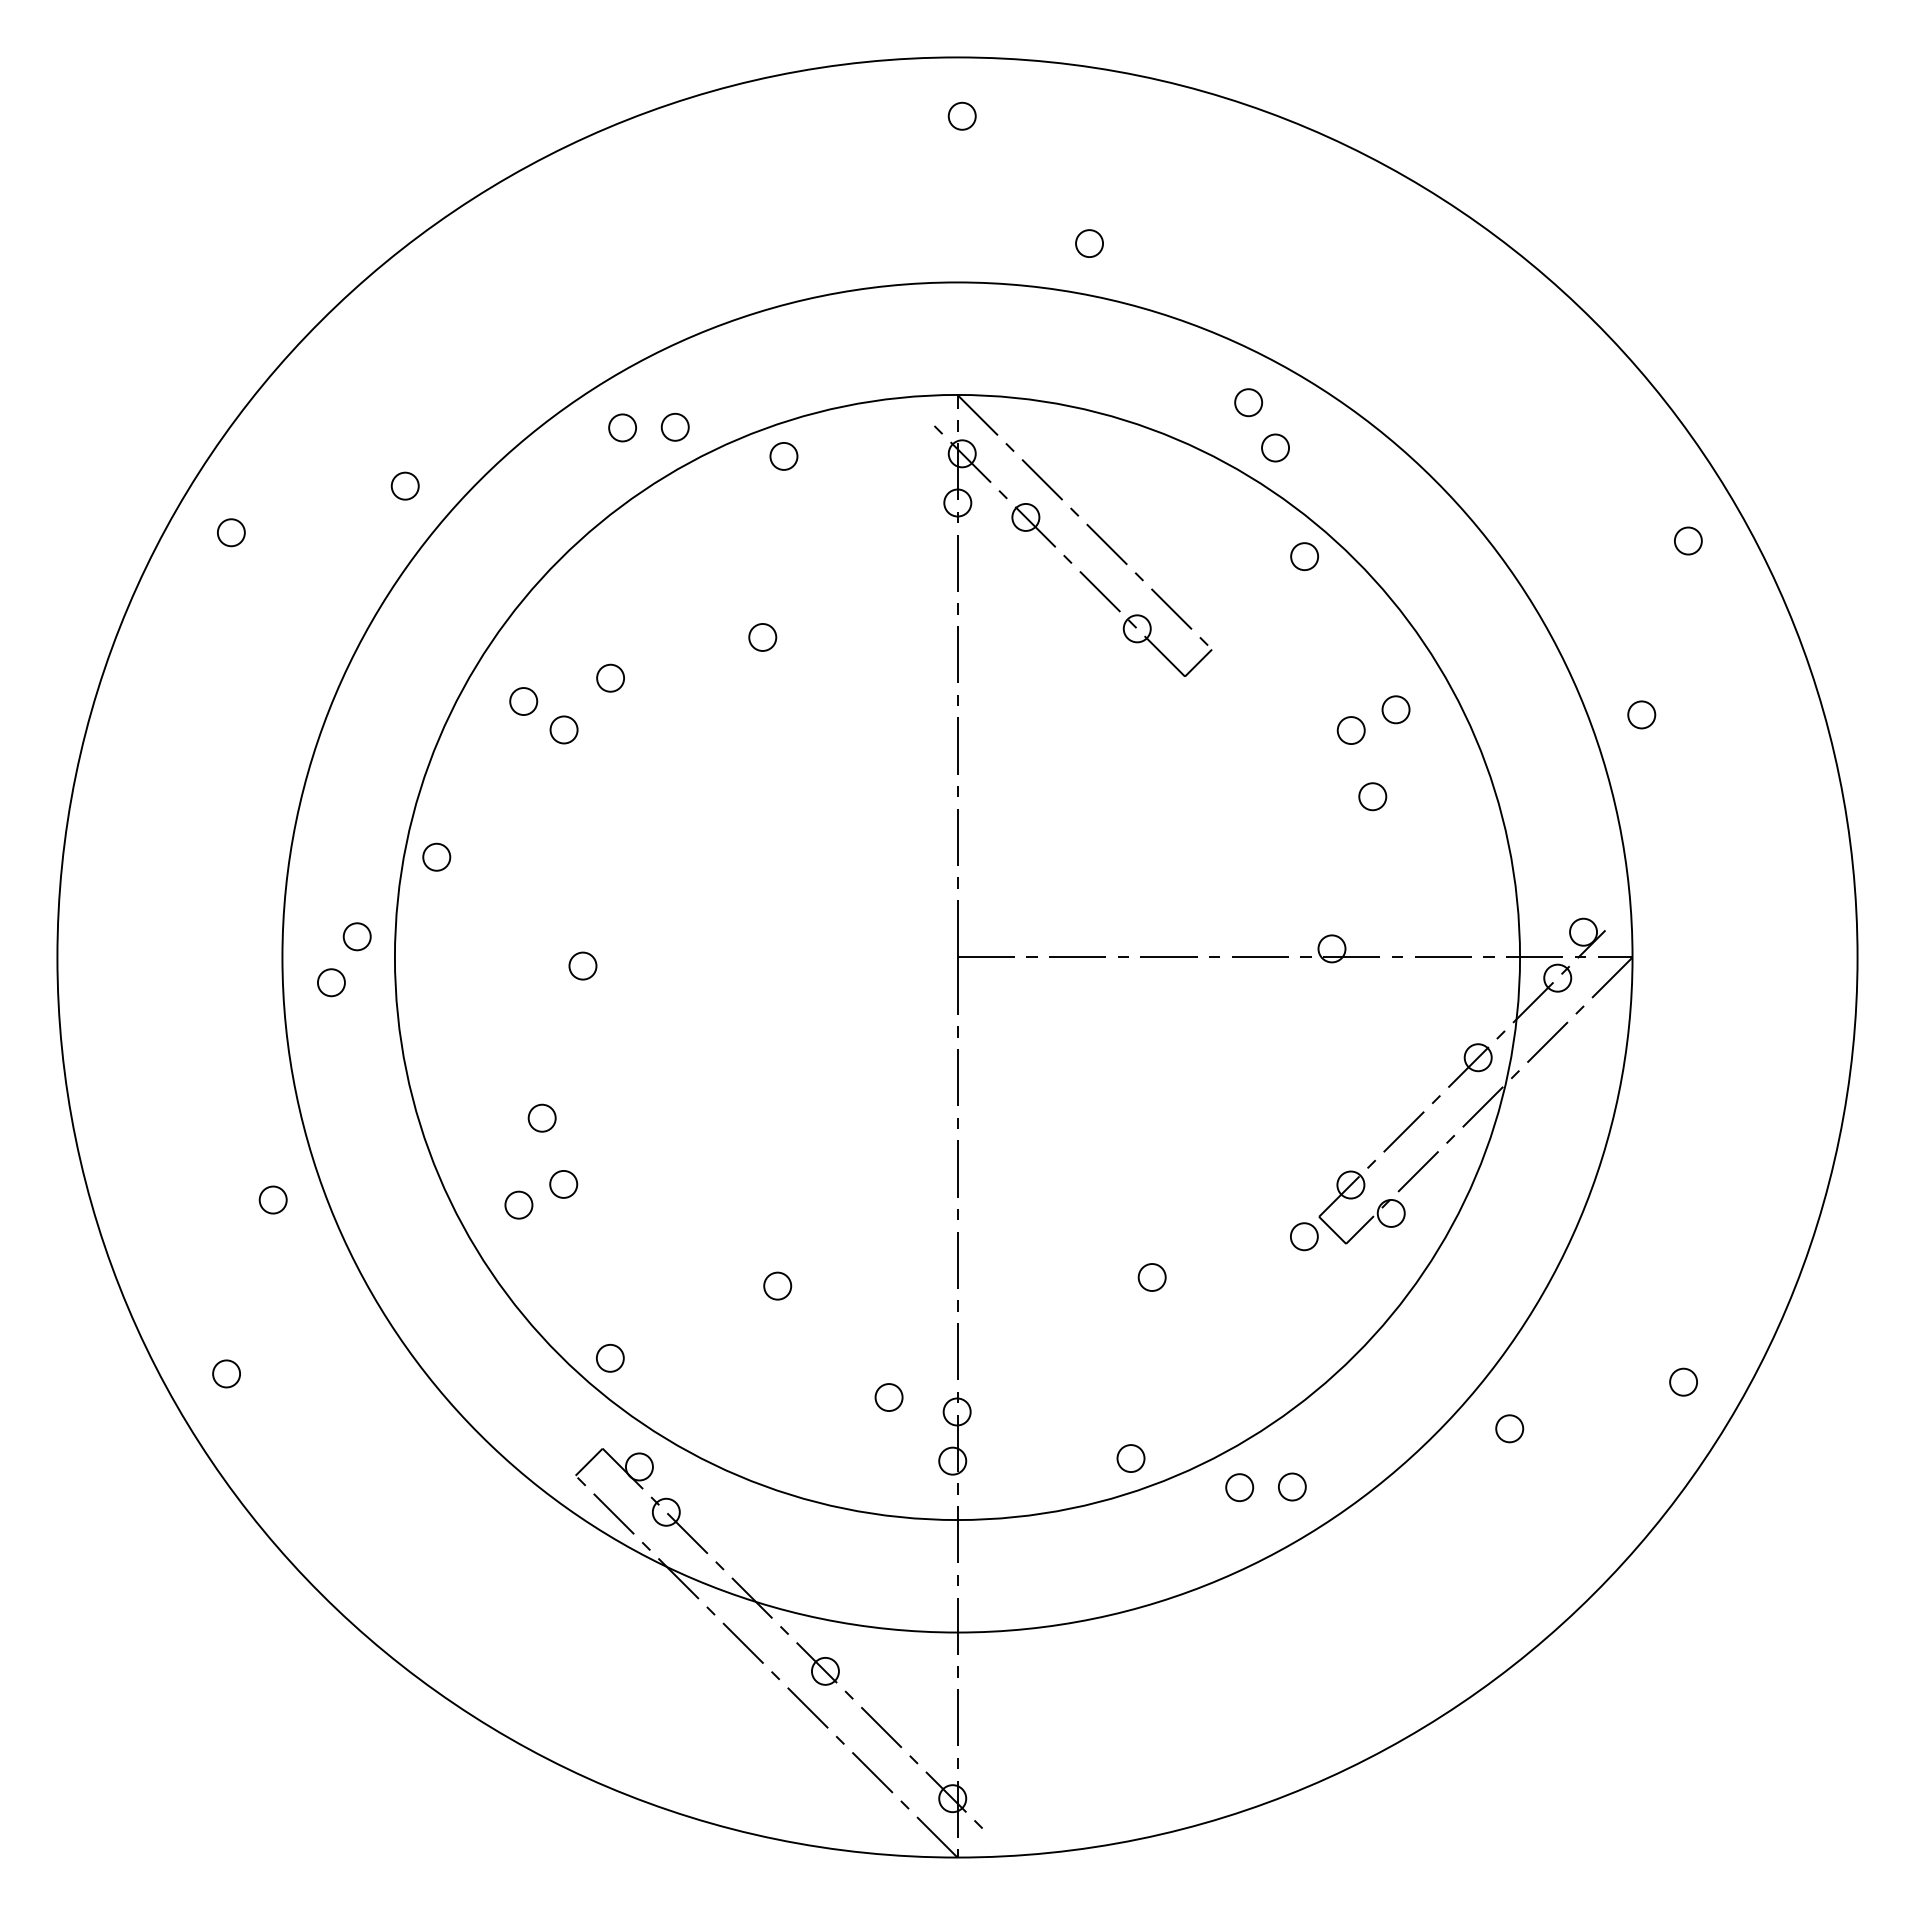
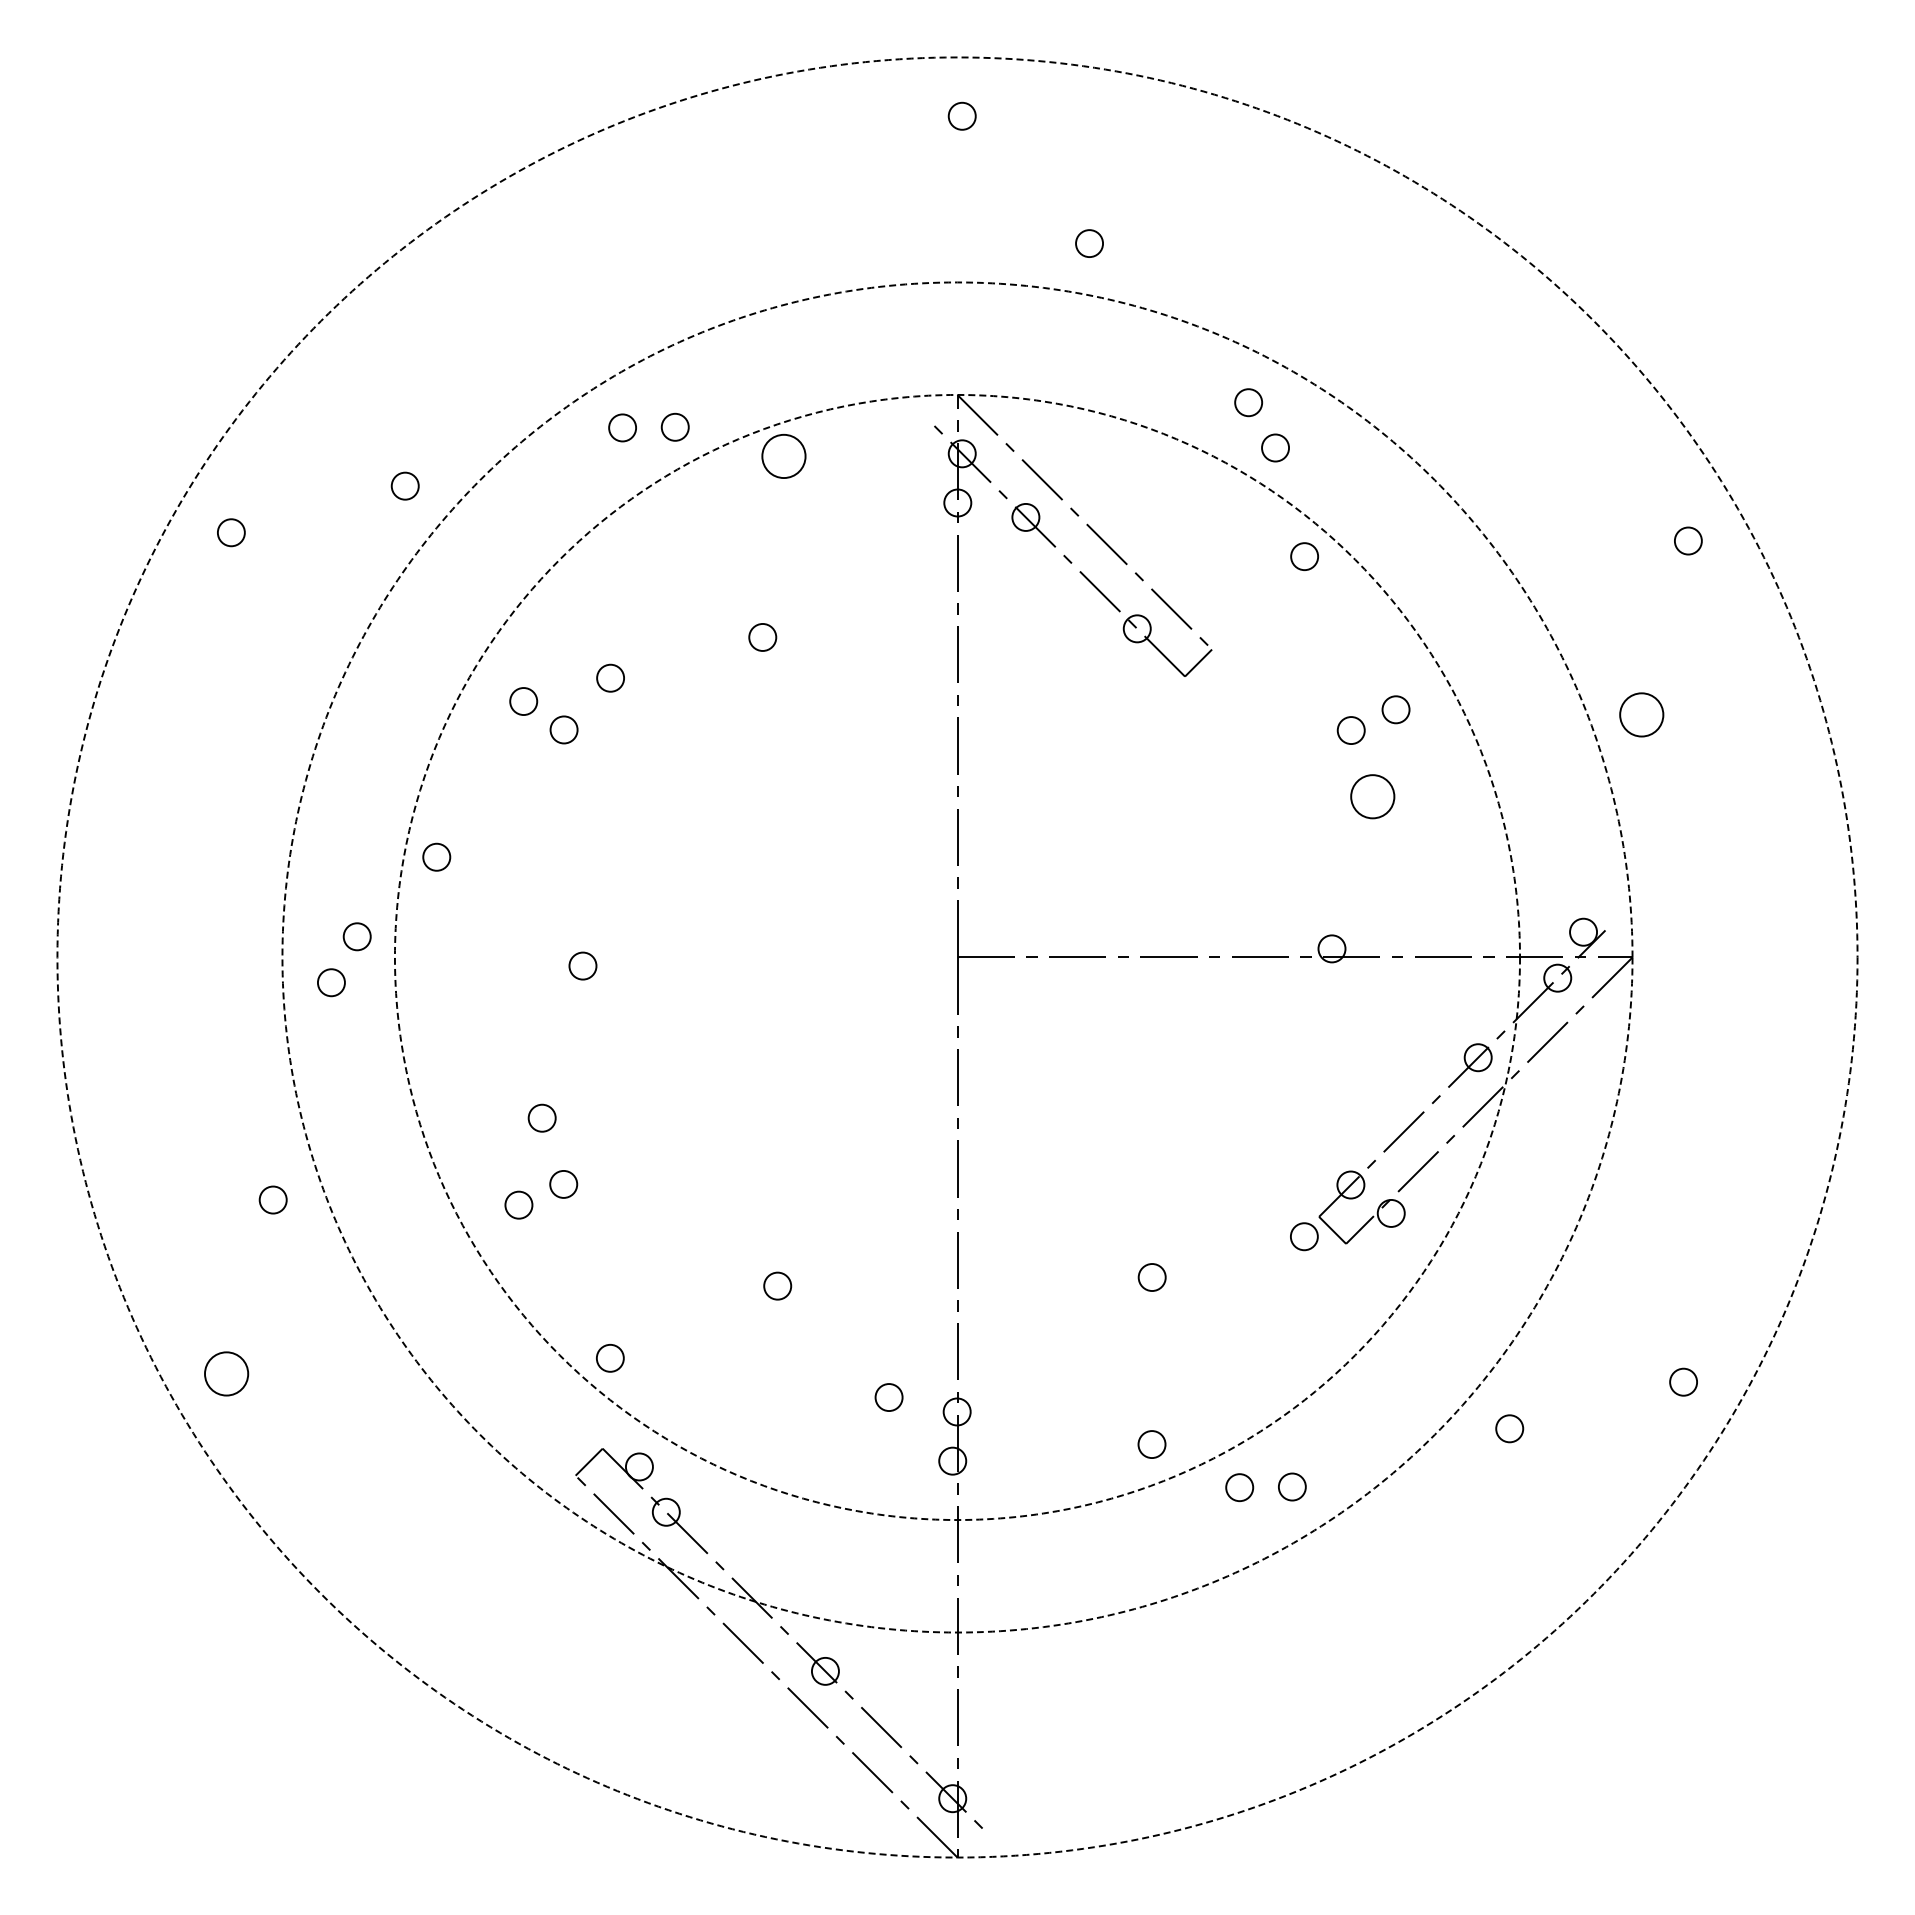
circle at (783, 455) diameter: 27 px -> 43 px
circle at (1641, 714) diameter: 27 px -> 43 px
circle at (1372, 796) diameter: 27 px -> 43 px
circle at (957, 957): solid -> dashed
circle at (957, 957): solid -> dashed
circle at (957, 957): solid -> dashed
circle at (226, 1373) diameter: 27 px -> 43 px
circle at (1130, 1458) position: (1130, 1458) -> (1151, 1444)
